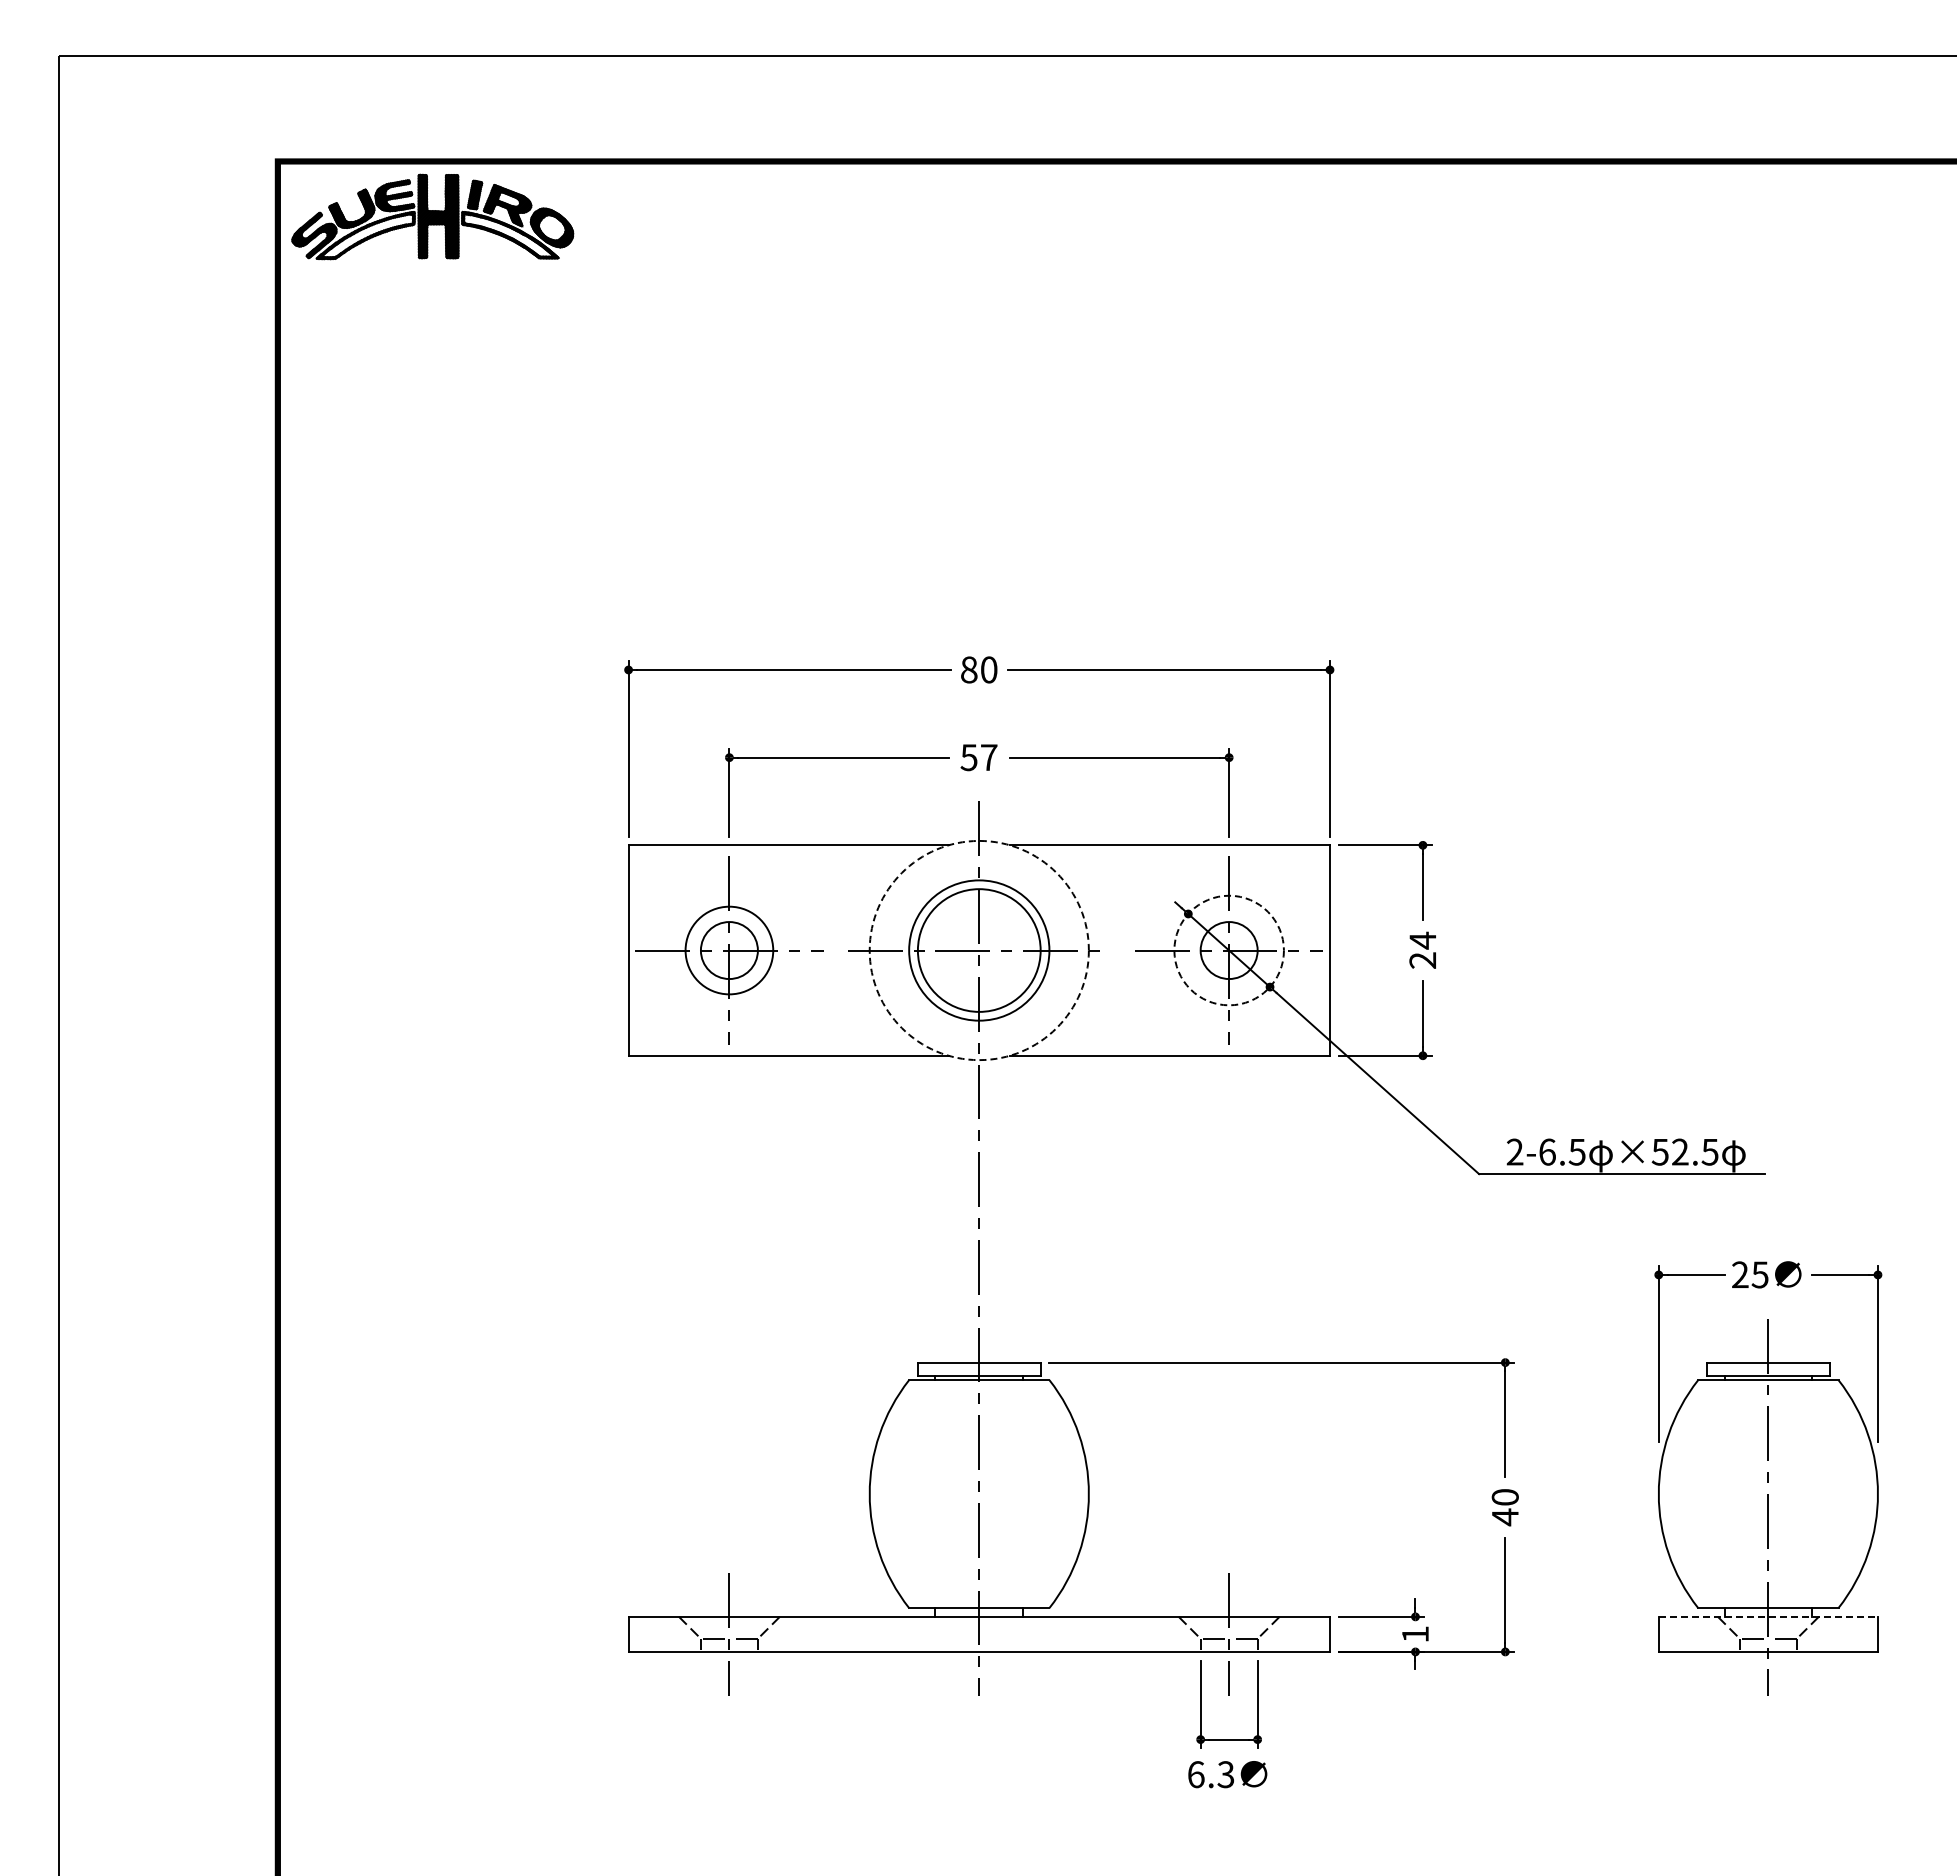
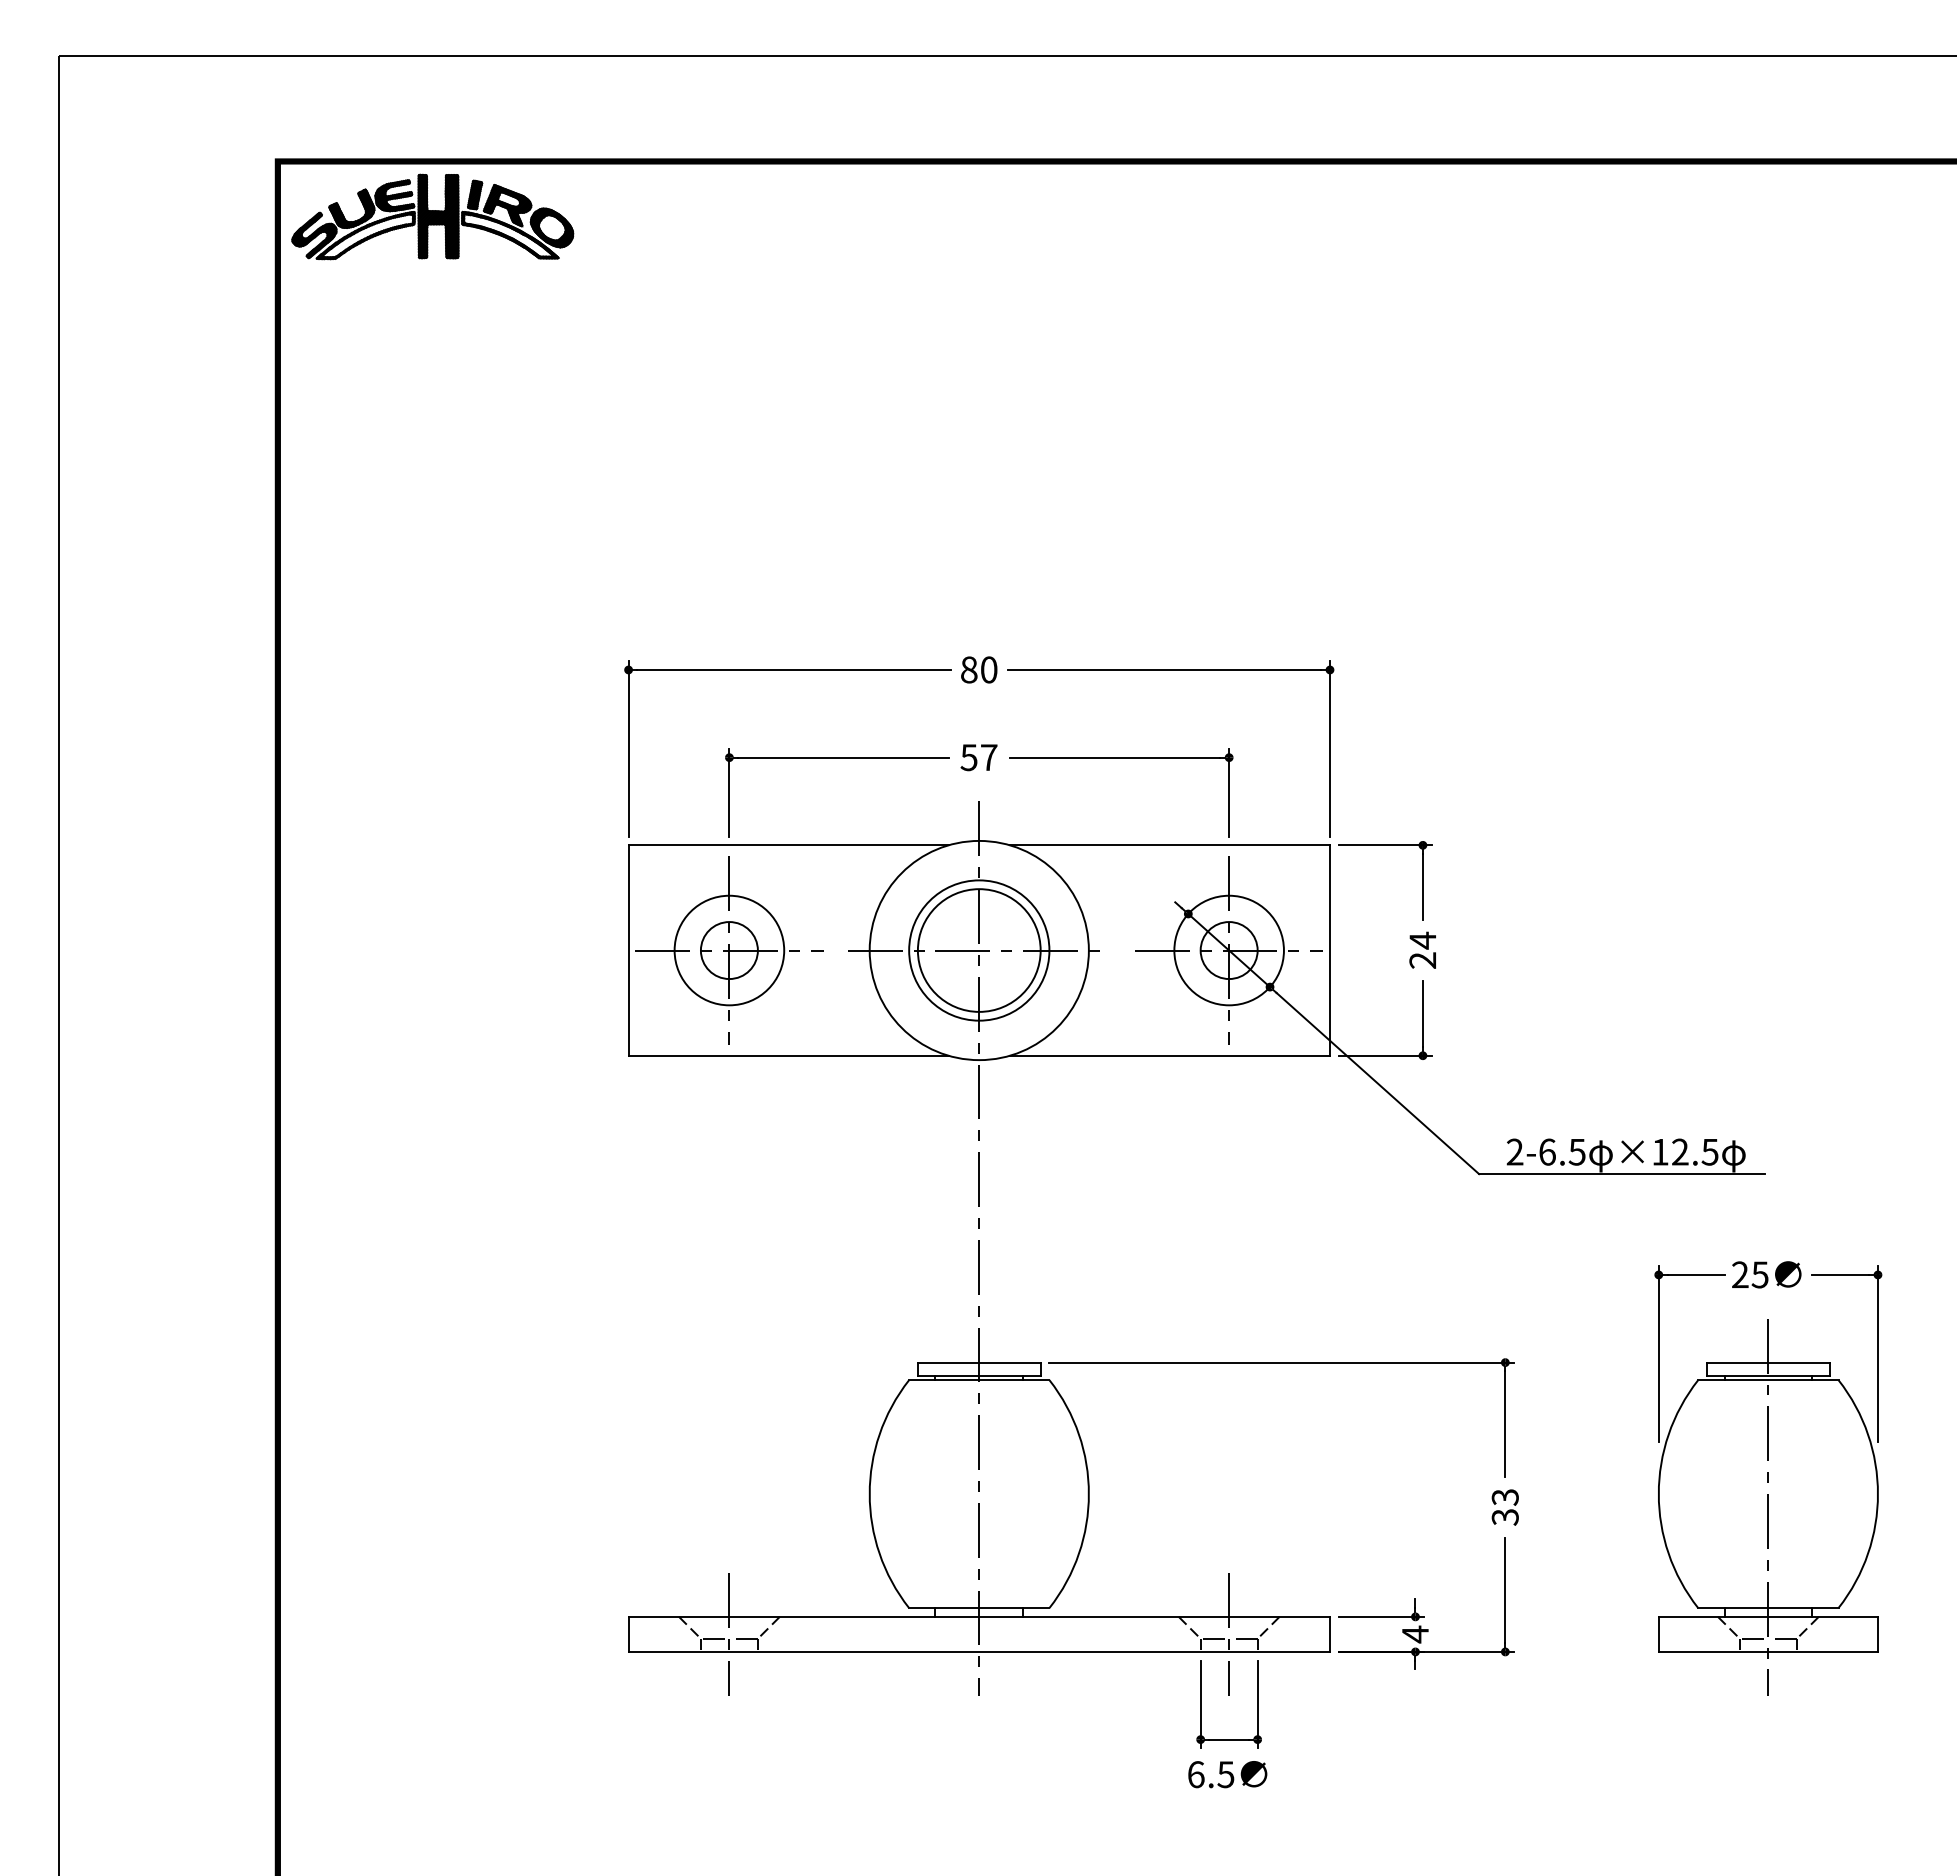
circle at (729, 950) diameter: 88 px -> 110 px
circle at (978, 950): dashed -> solid
circle at (1228, 950): dashed -> solid
text at (1659, 1152): ×52.5 -> ×12.5
text at (1504, 1507): 40 -> 33
line at (1768, 1616): dashed -> solid
text at (1415, 1634): 1 -> 4
text at (1226, 1774): 6.3 -> 6.5
